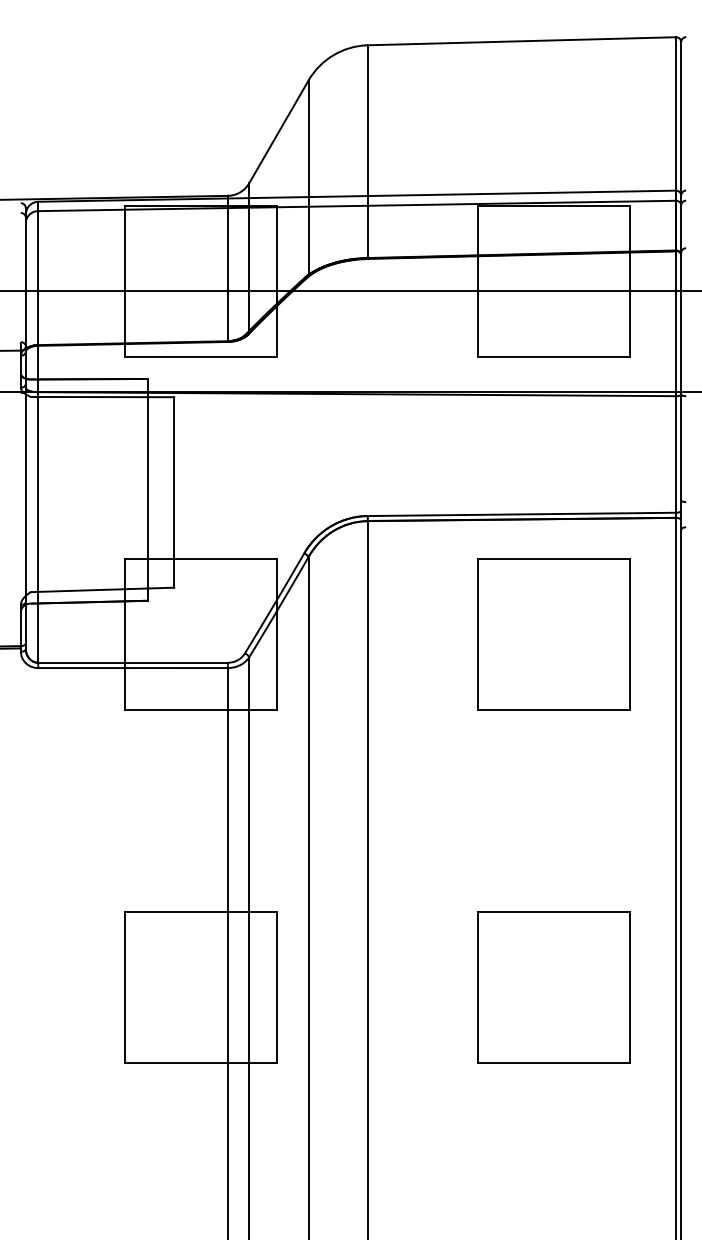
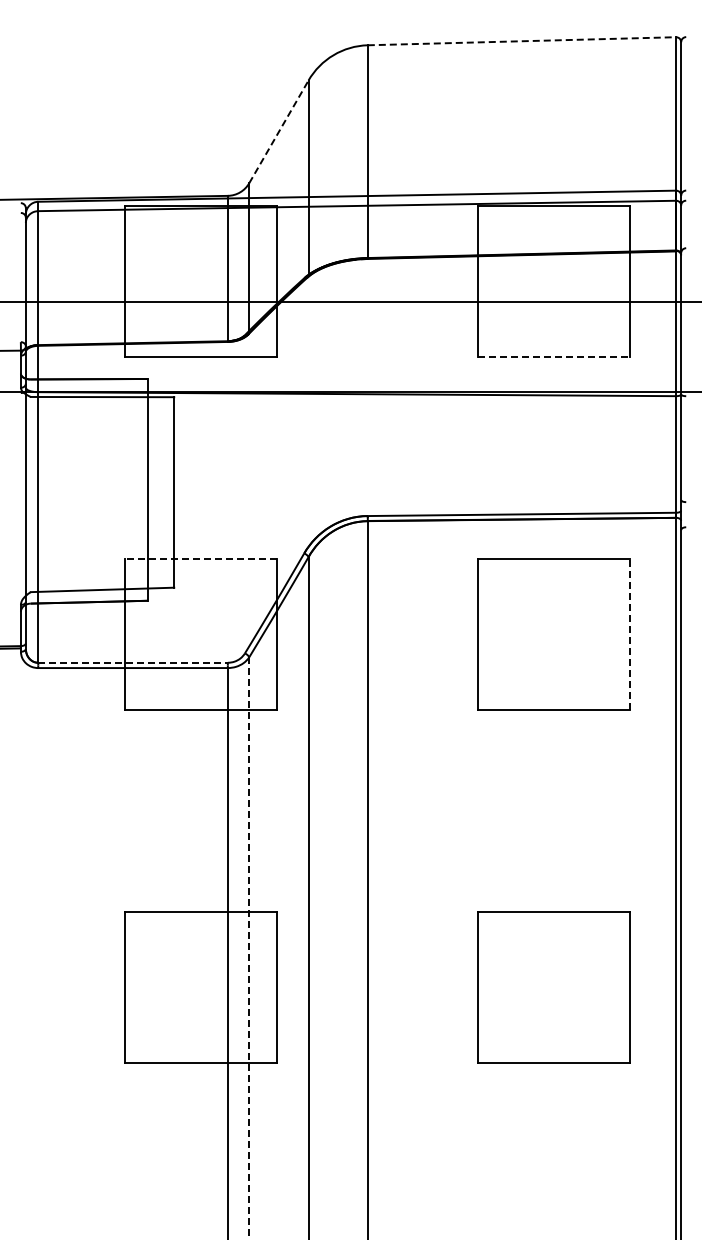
line at (522, 41): solid -> dashed
line at (279, 131): solid -> dashed
line at (350, 291) position: (350, 291) -> (350, 302)
line at (553, 357): solid -> dashed
line at (201, 558): solid -> dashed
line at (629, 634): solid -> dashed
line at (133, 662): solid -> dashed
line at (249, 948): solid -> dashed
